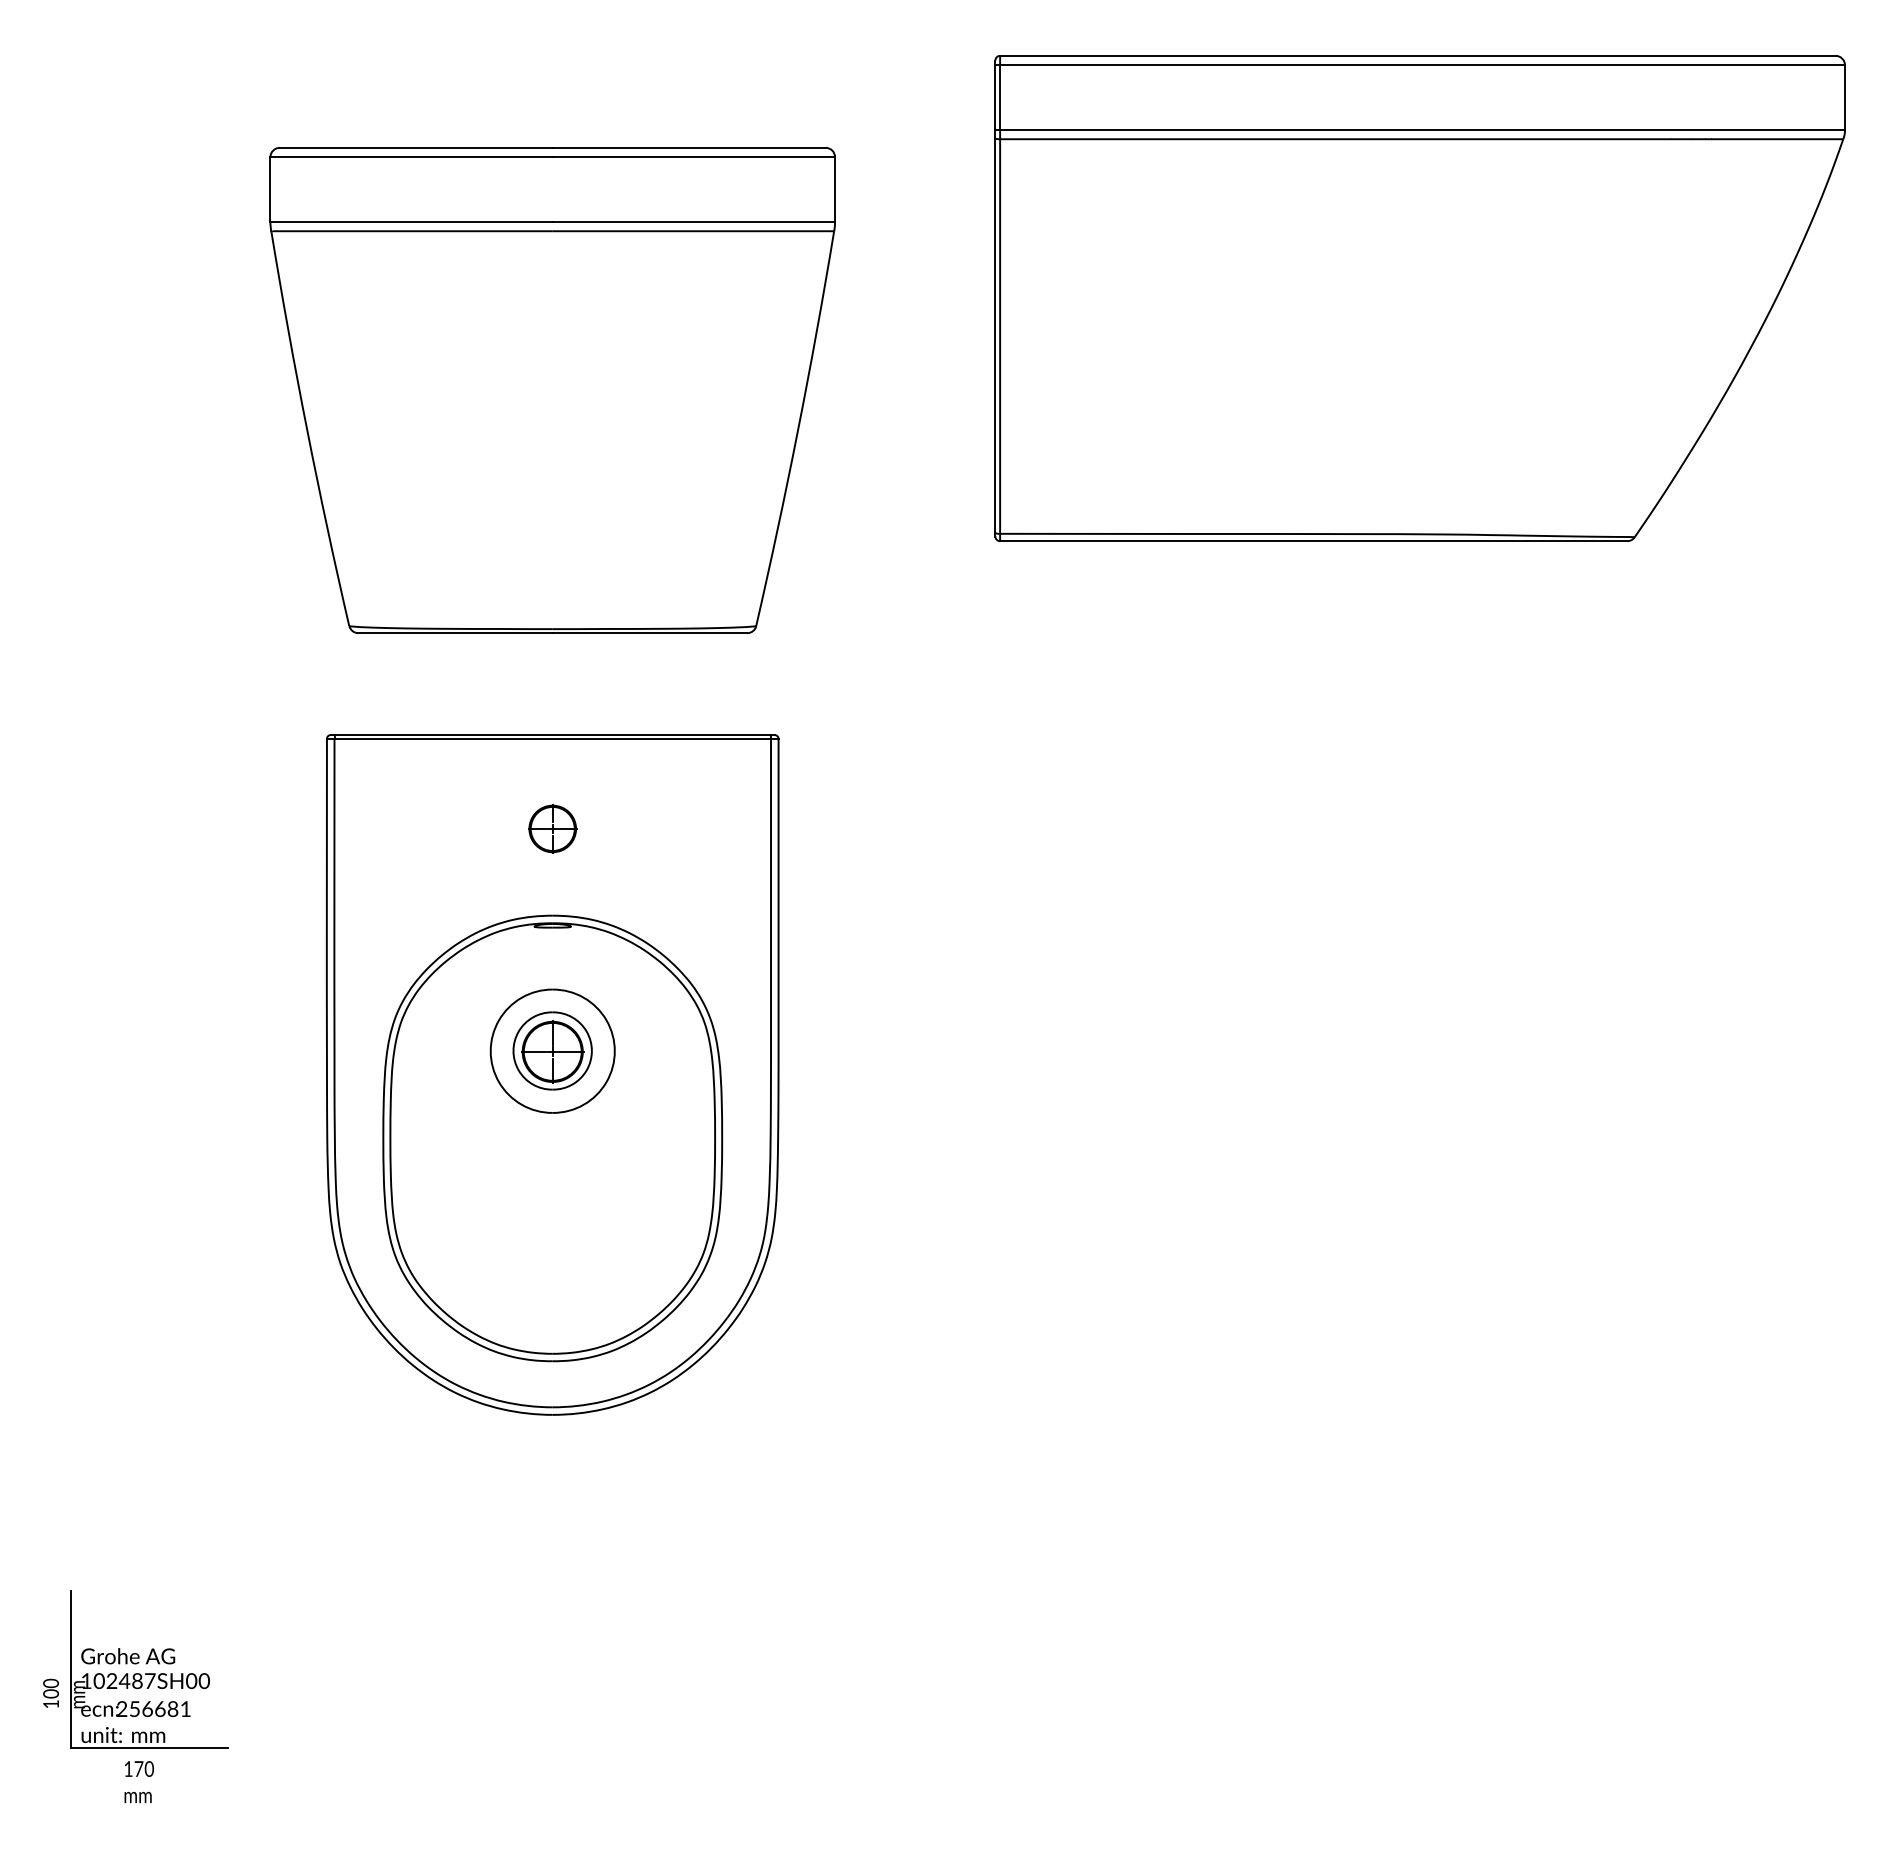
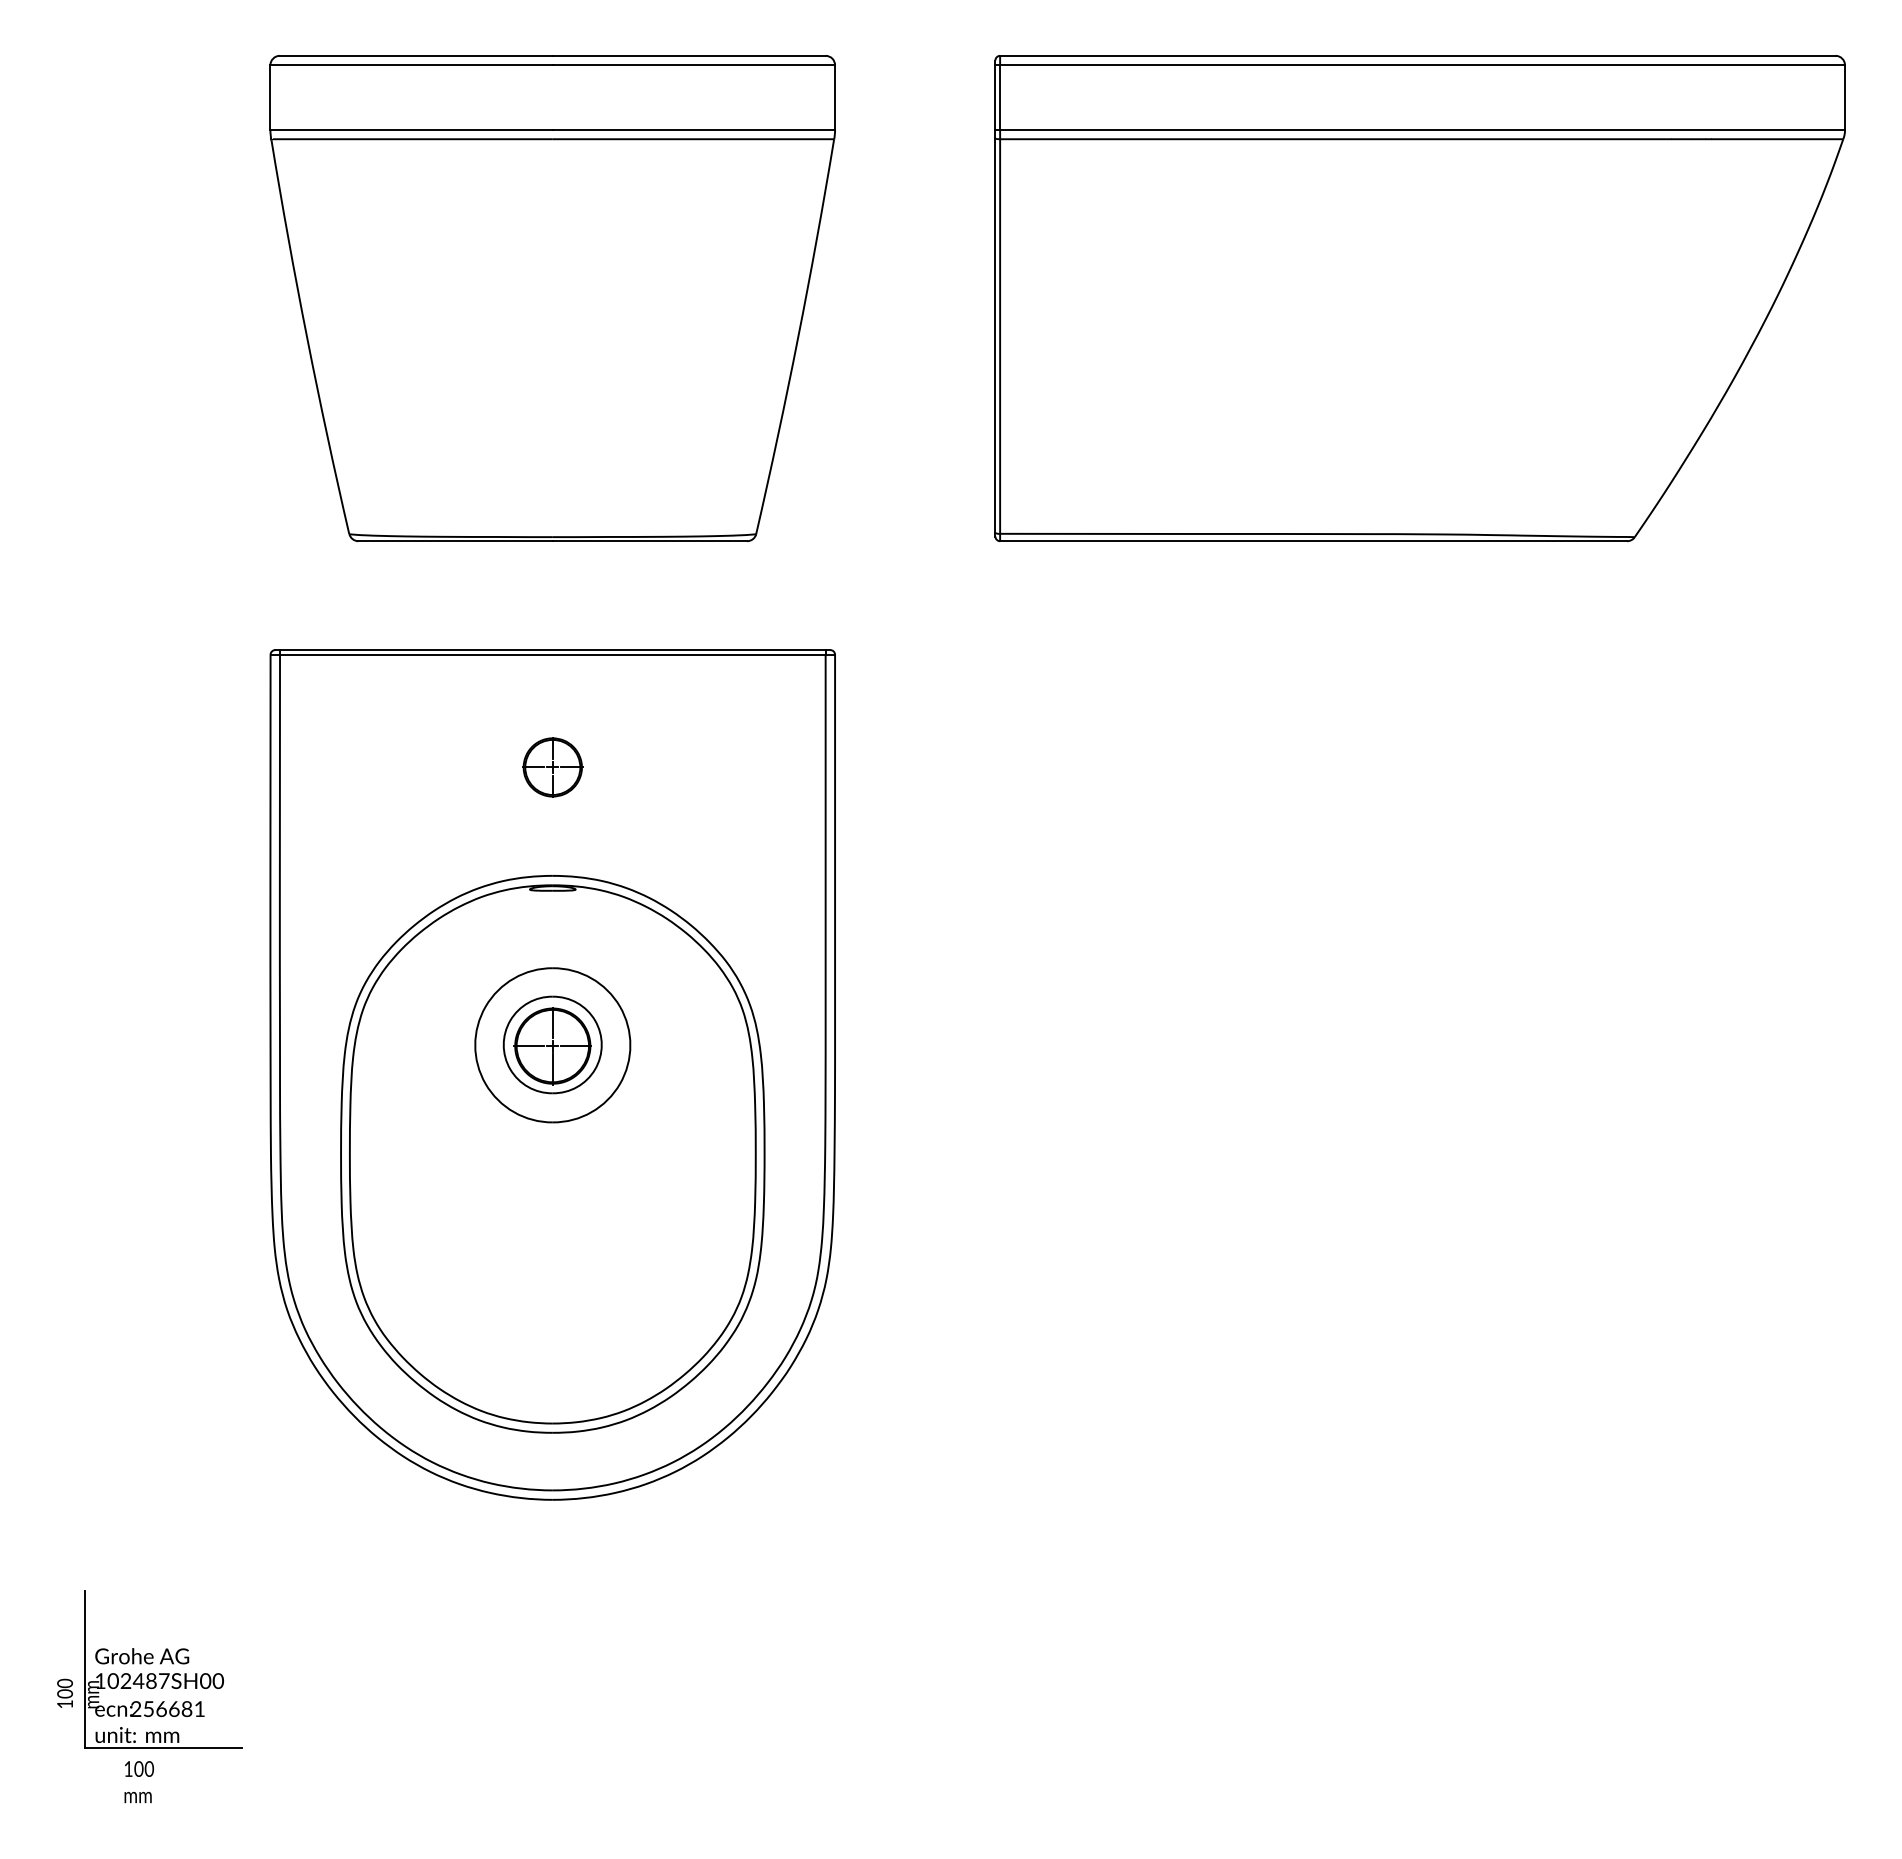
part at (552, 390) position: (552, 390) -> (552, 298)
part at (552, 1074) size: 455x682 px -> 567x852 px
part at (135, 1669) position: (135, 1669) -> (149, 1669)
text at (138, 1768): 170 -> 100
